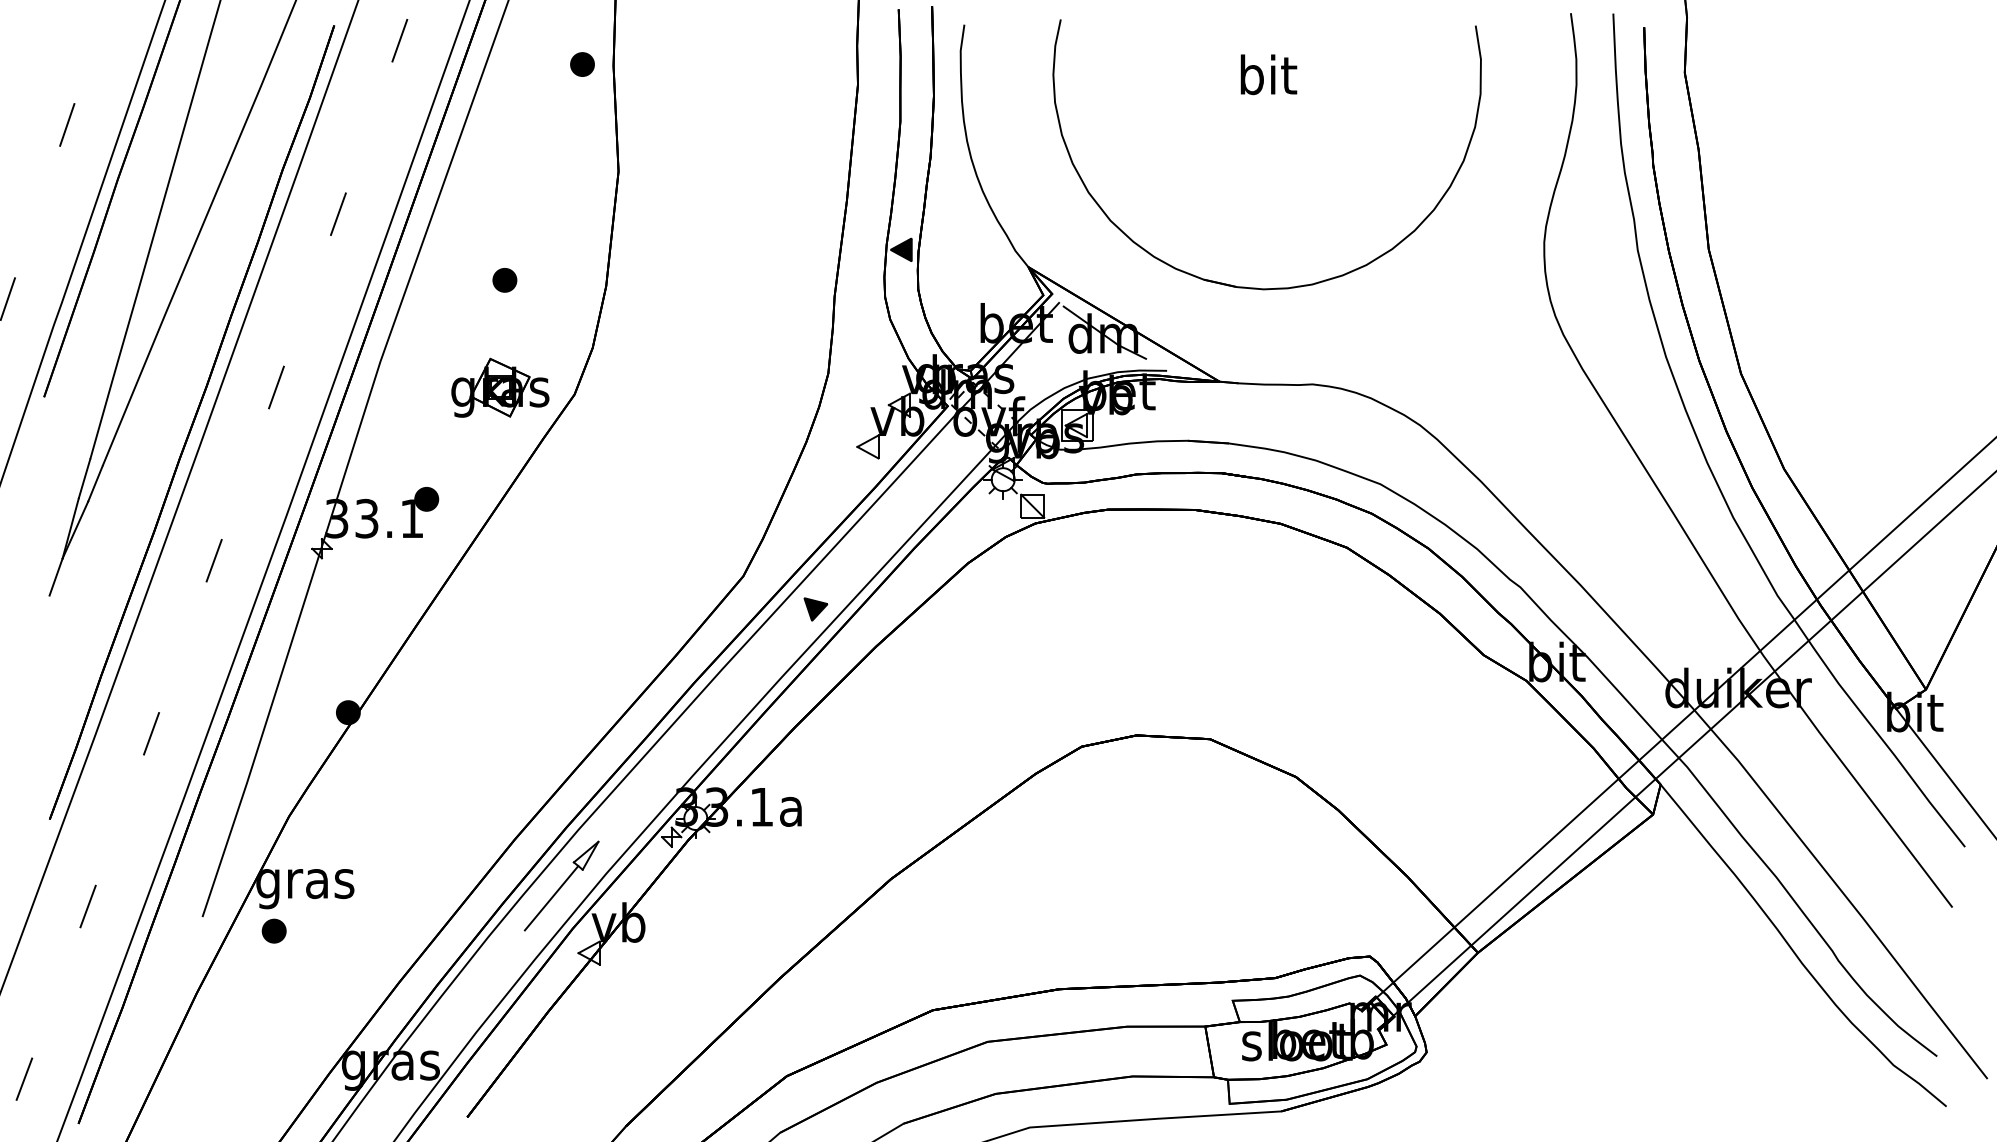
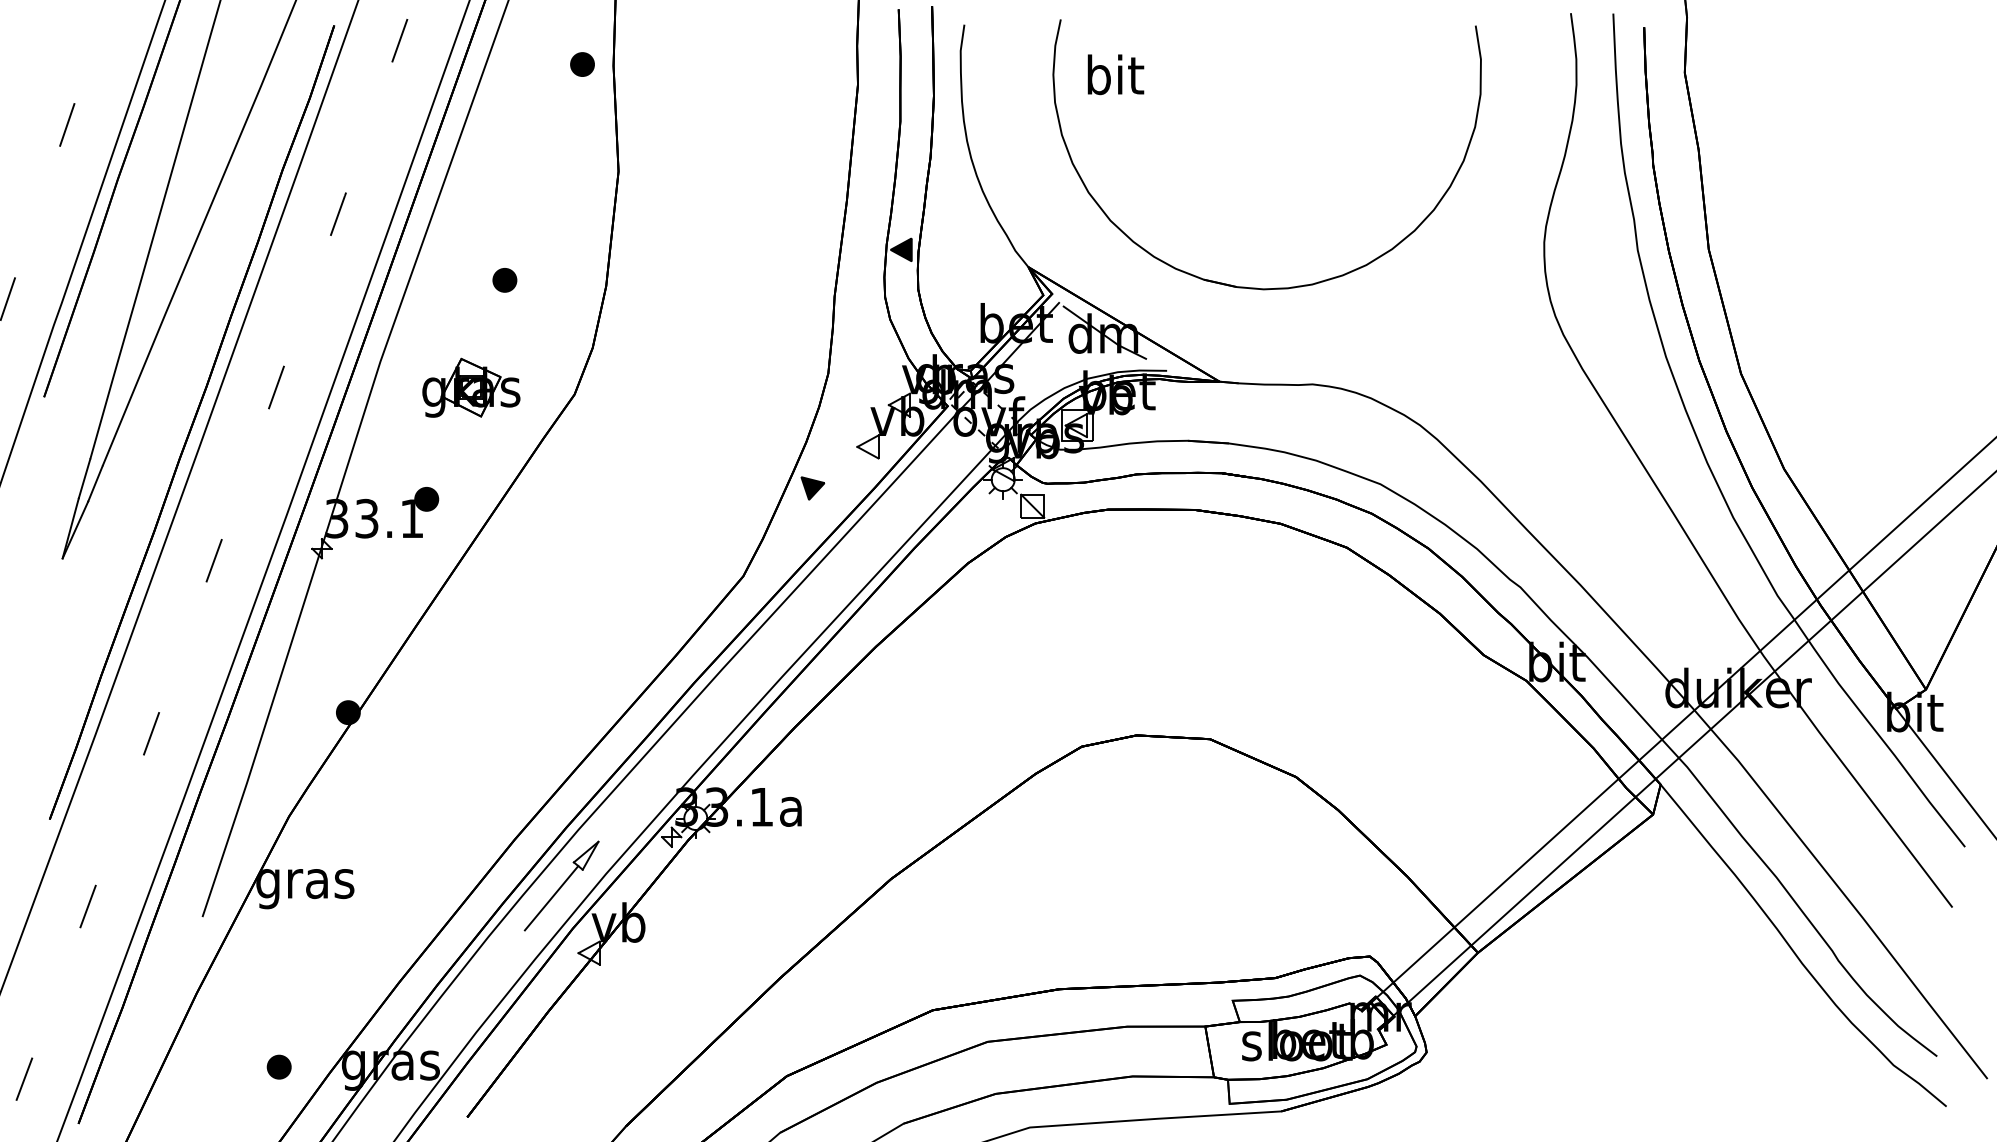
text at (1268, 74) position: (1268, 74) -> (1115, 74)
part at (500, 387) position: (500, 387) -> (471, 387)
line at (55, 576): present -> none
part at (815, 609) position: (815, 609) -> (812, 488)
part at (273, 930) position: (273, 930) -> (278, 1066)
